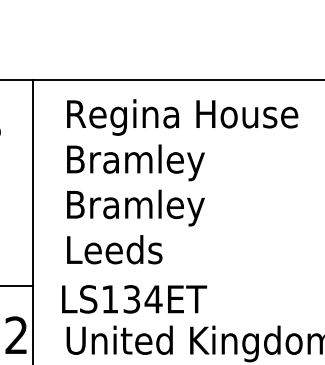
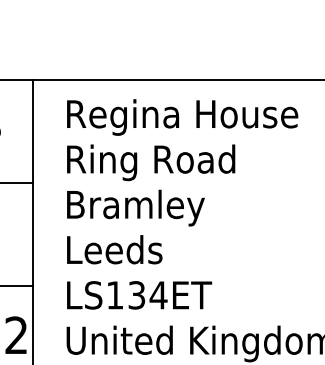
text at (152, 162): Bramley -> Ring Road
line at (17, 182): none -> present
text at (134, 299) position: (134, 299) -> (139, 295)
